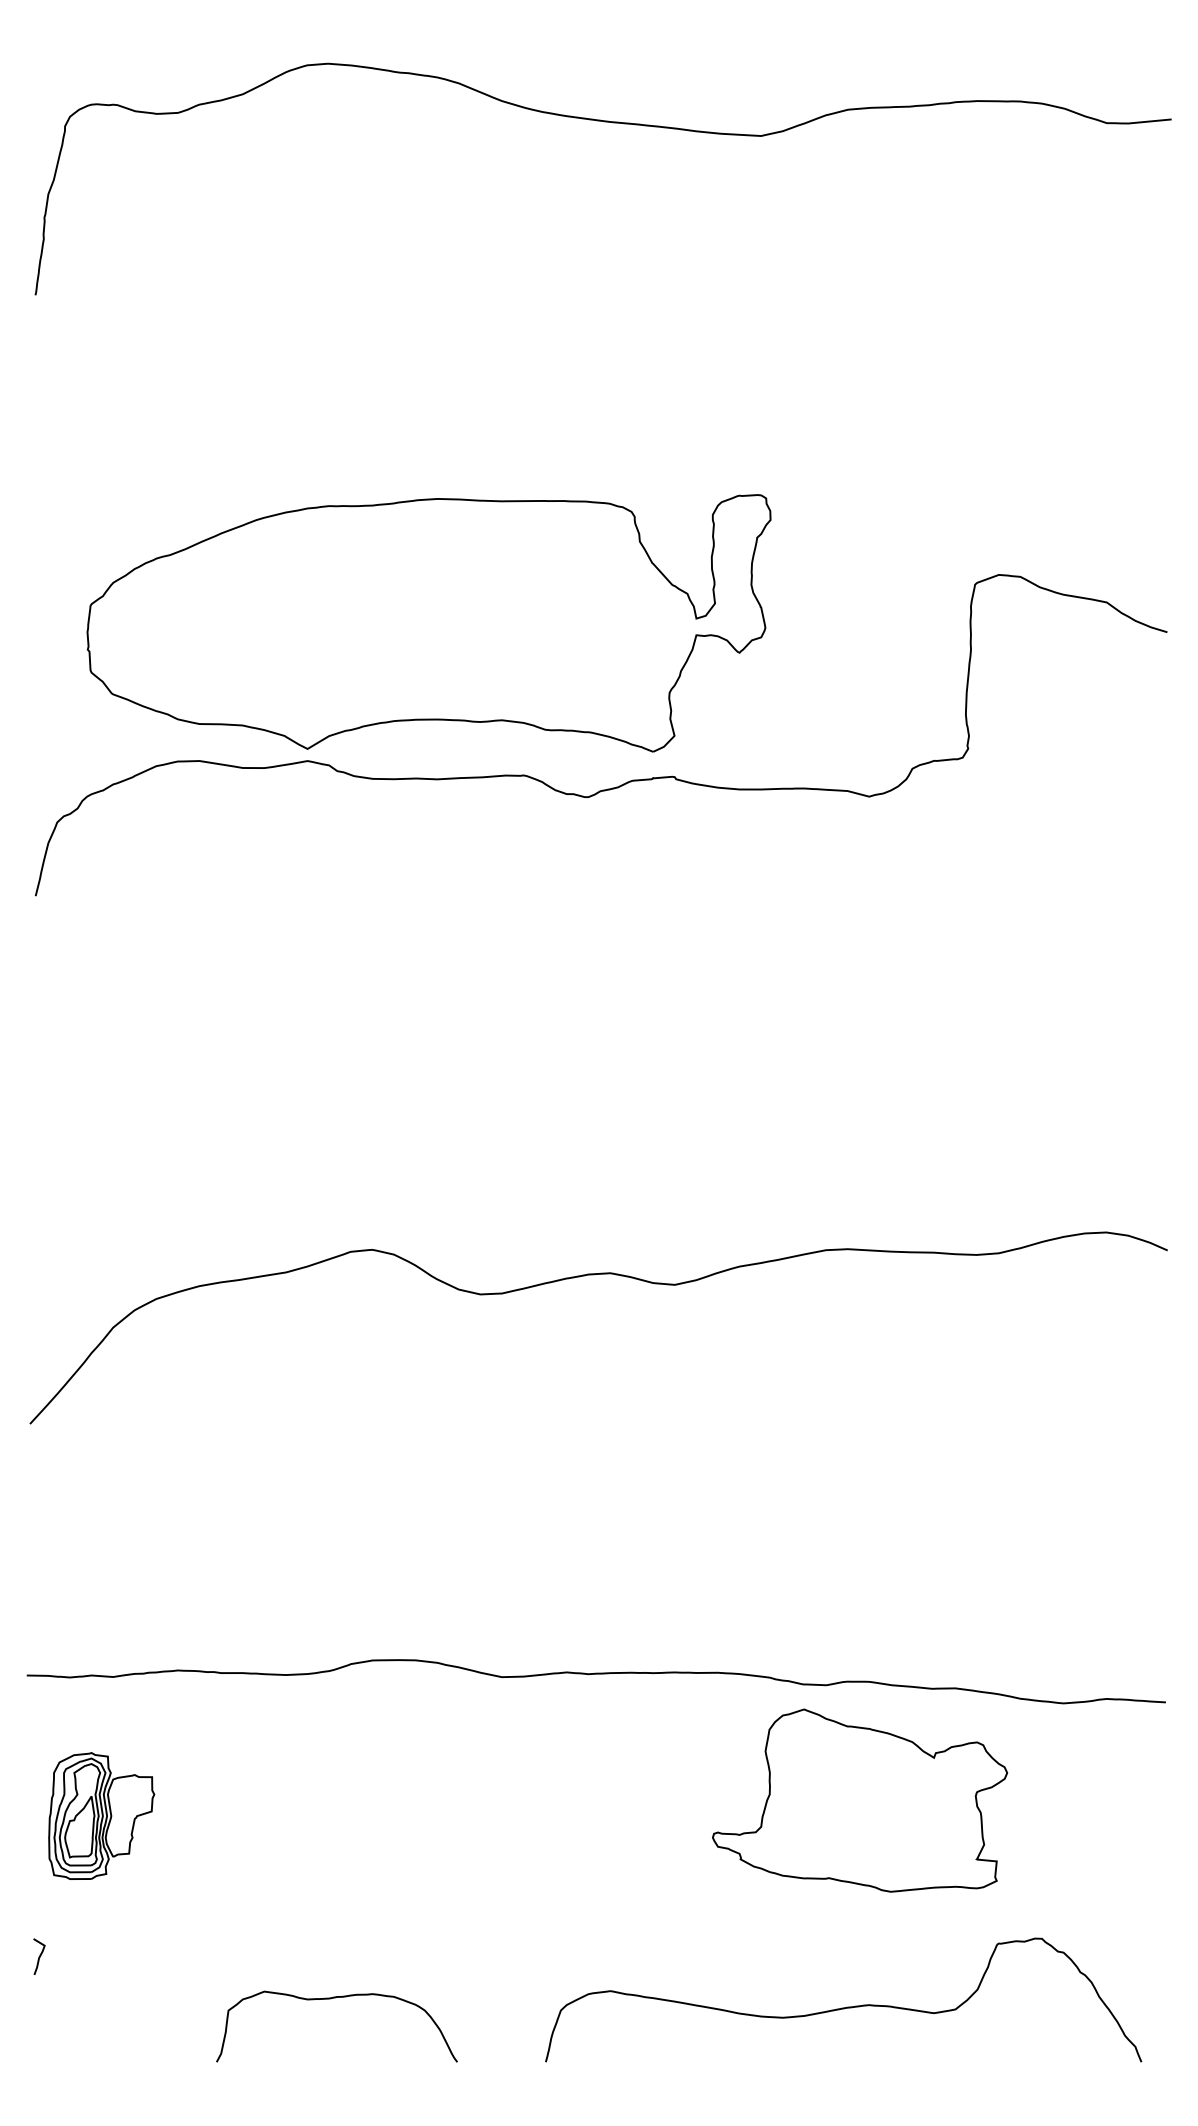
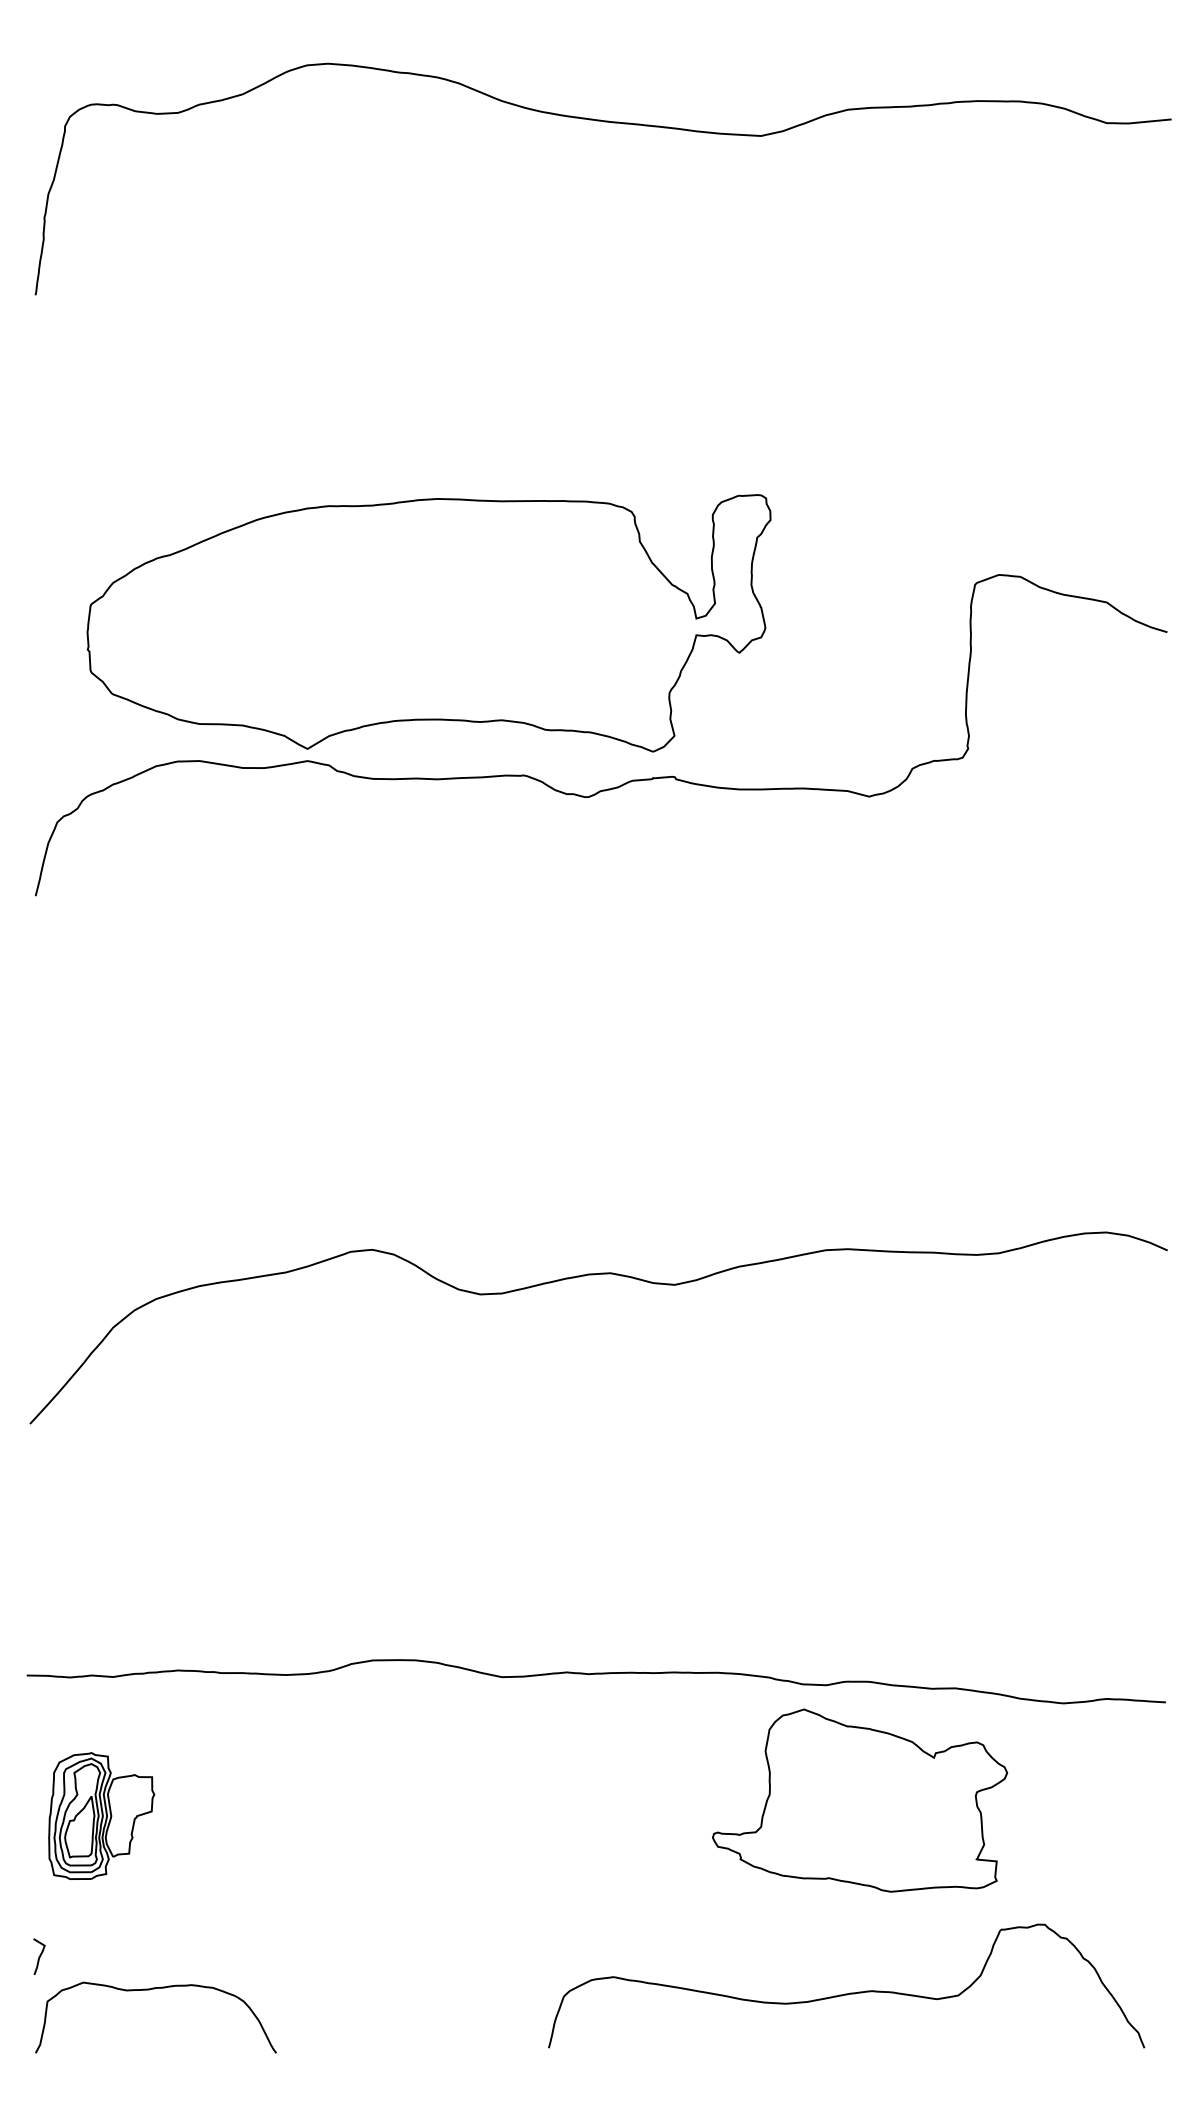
curve at (330, 1999) position: (330, 1999) -> (149, 1990)
curve at (843, 2007) position: (843, 2007) -> (846, 1993)
